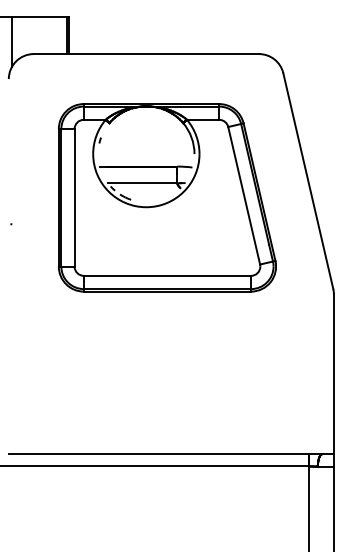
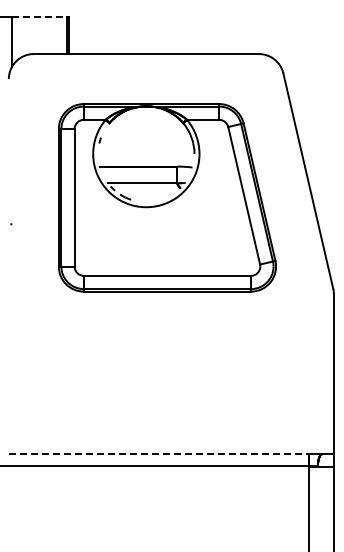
line at (39, 16): solid -> dashed
line at (159, 454): solid -> dashed
